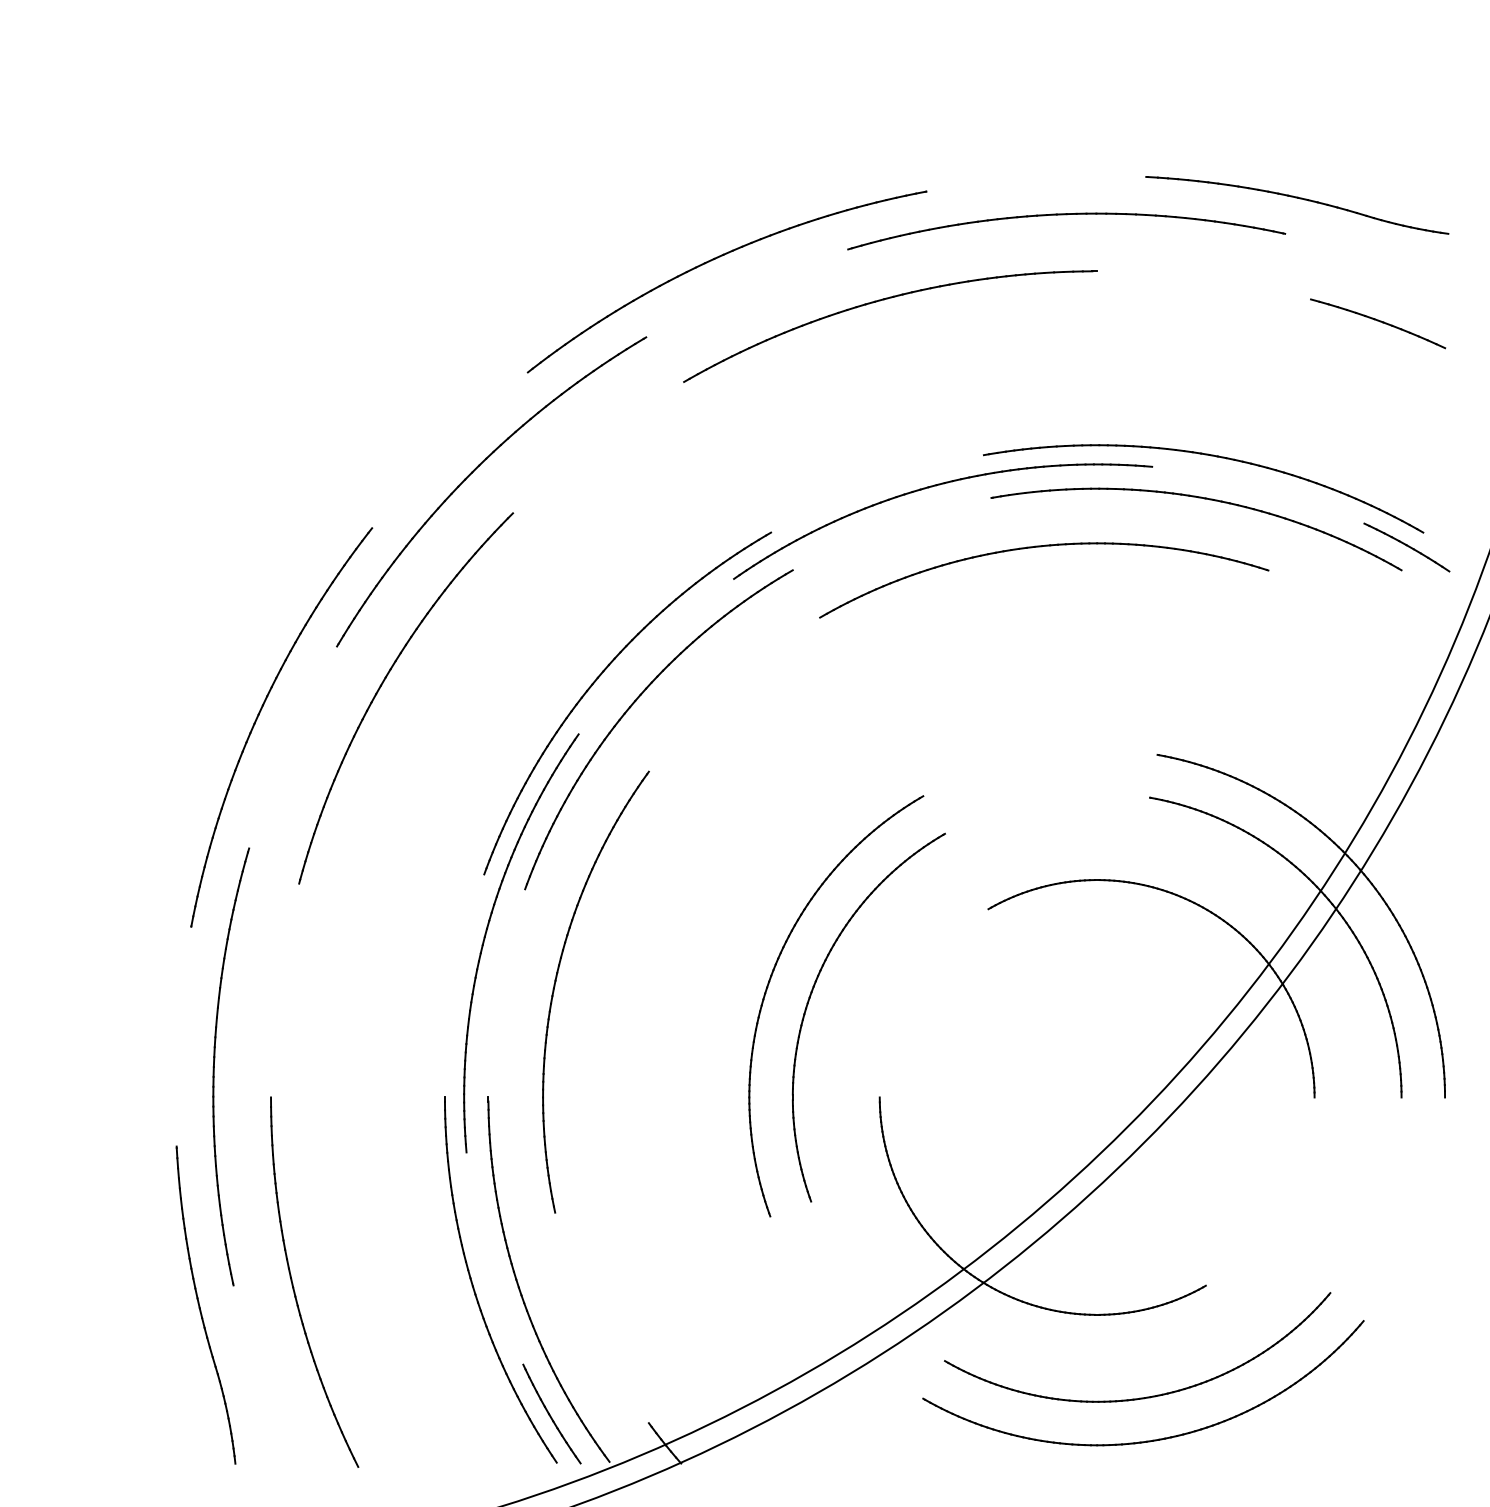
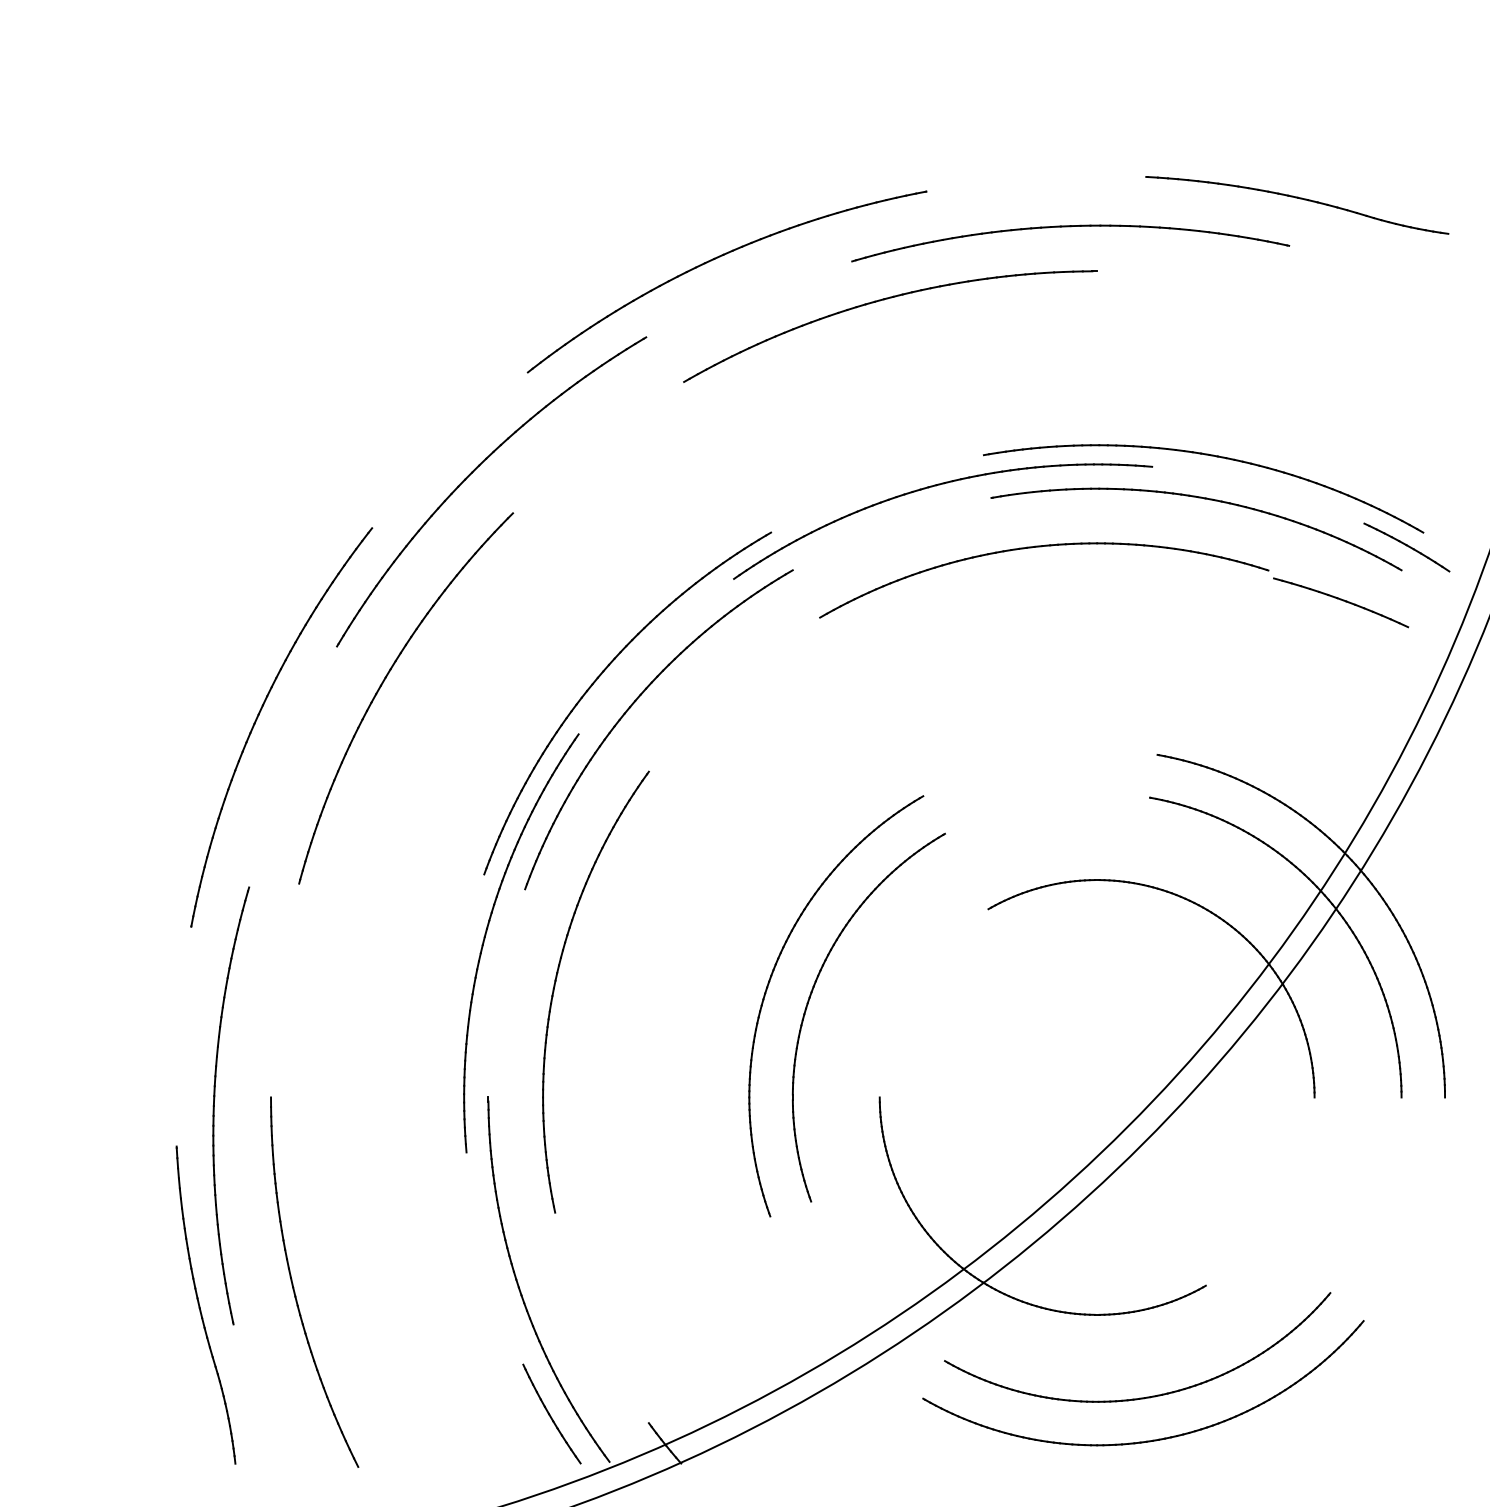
part at (1066, 215) position: (1066, 215) -> (1070, 227)
part at (1378, 323) position: (1378, 323) -> (1341, 602)
part at (214, 1066) position: (214, 1066) -> (214, 1105)
part at (474, 1287): present -> none
